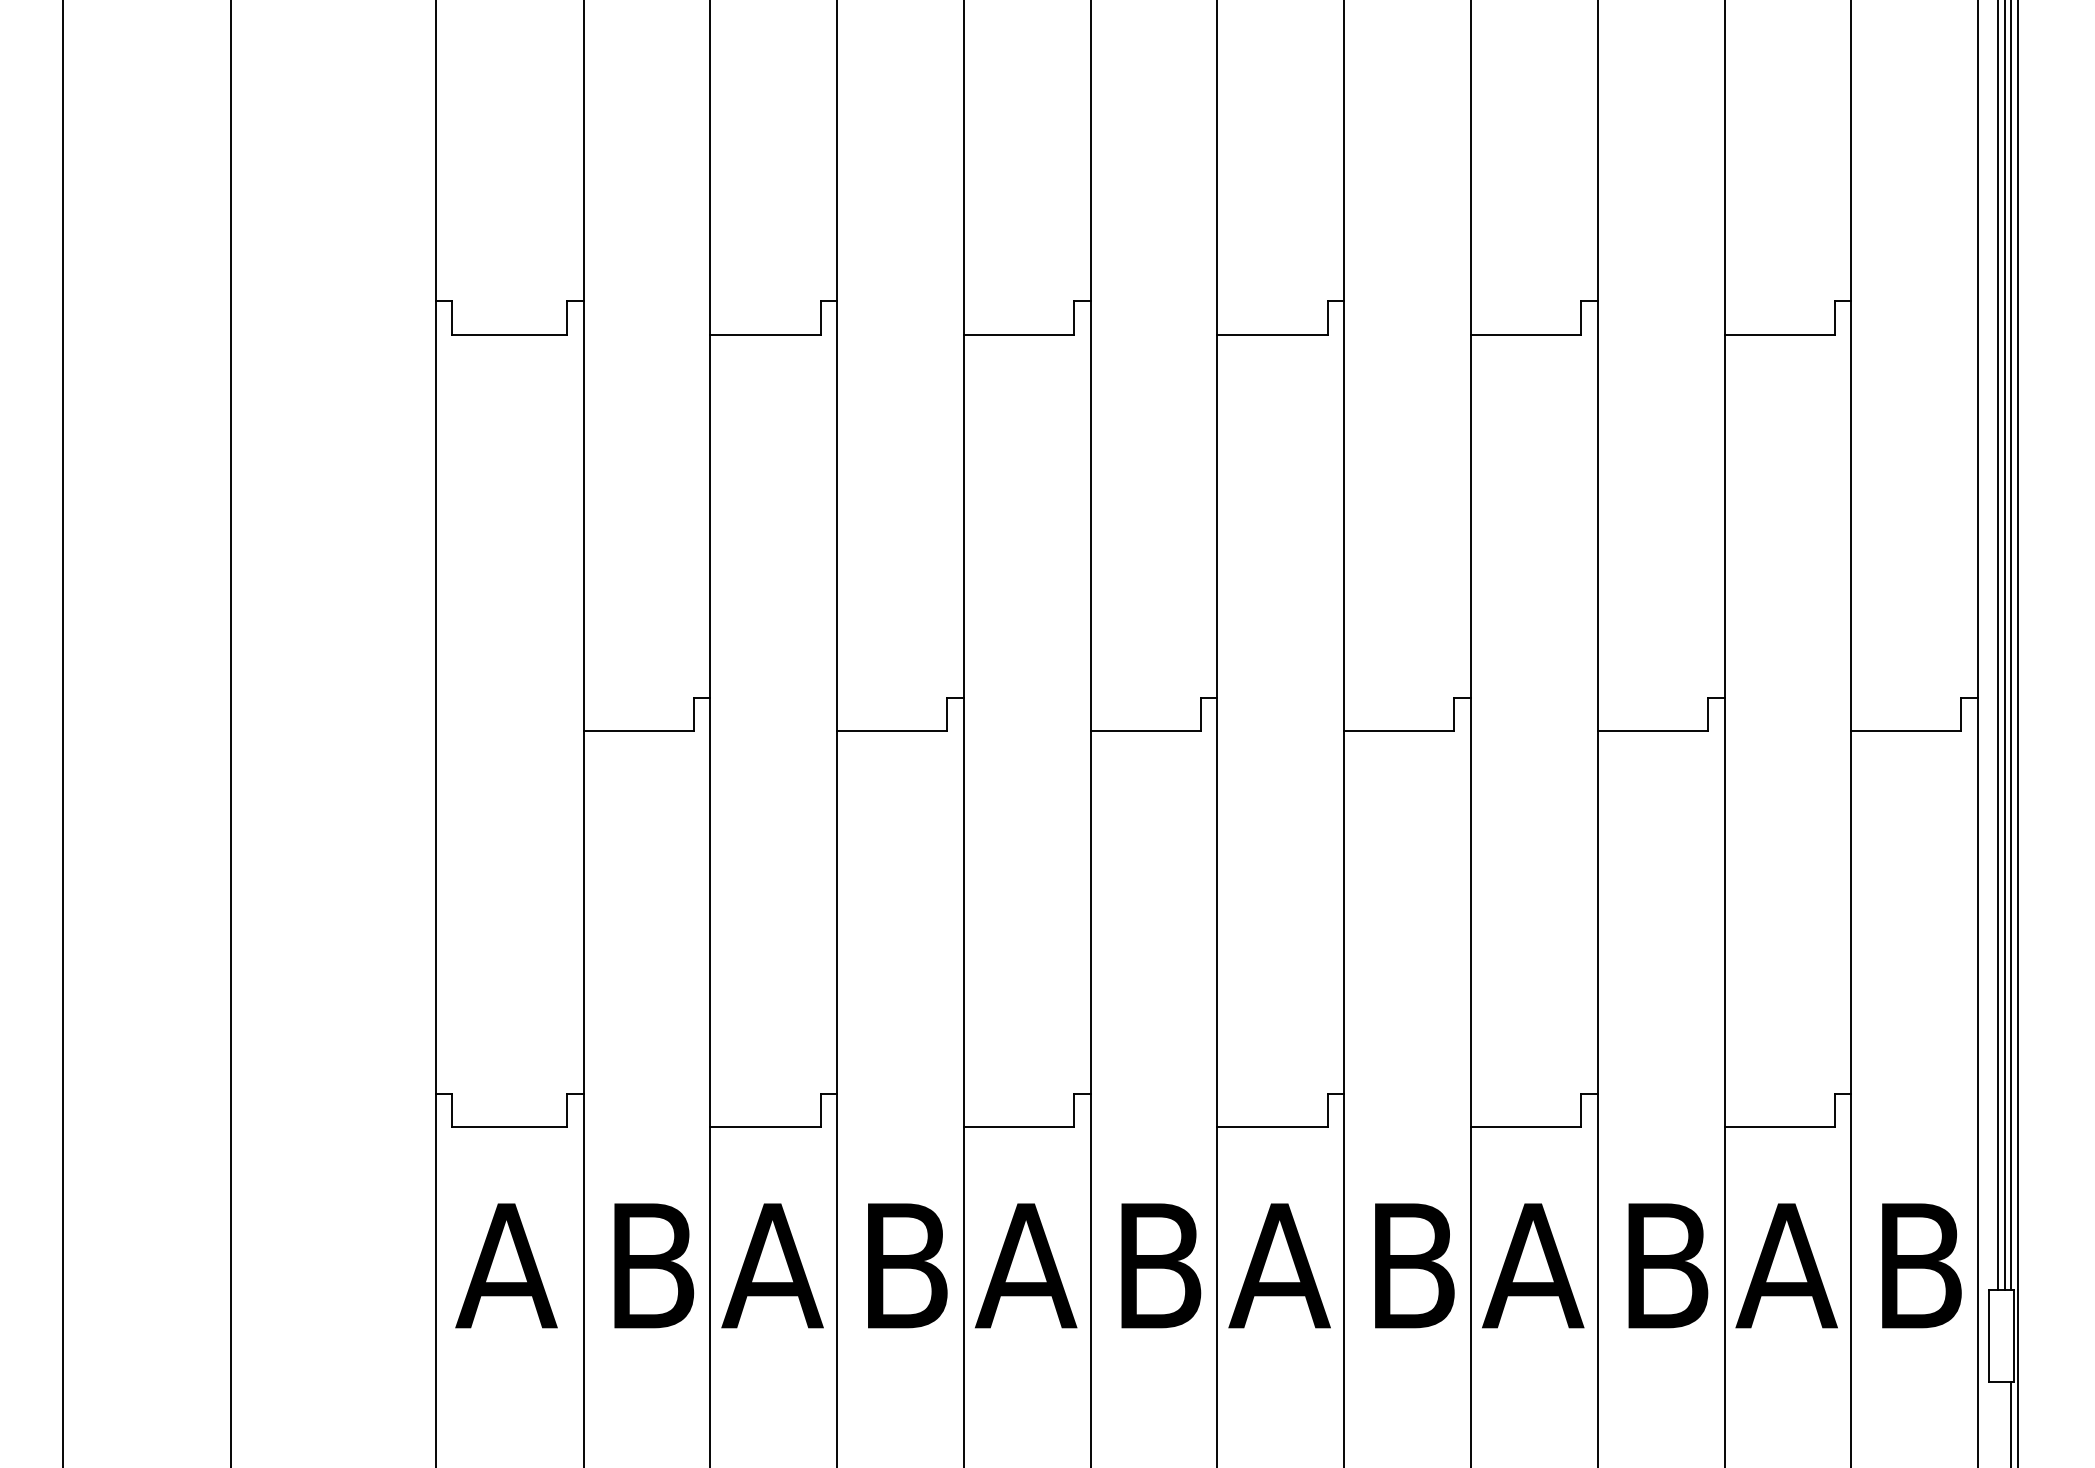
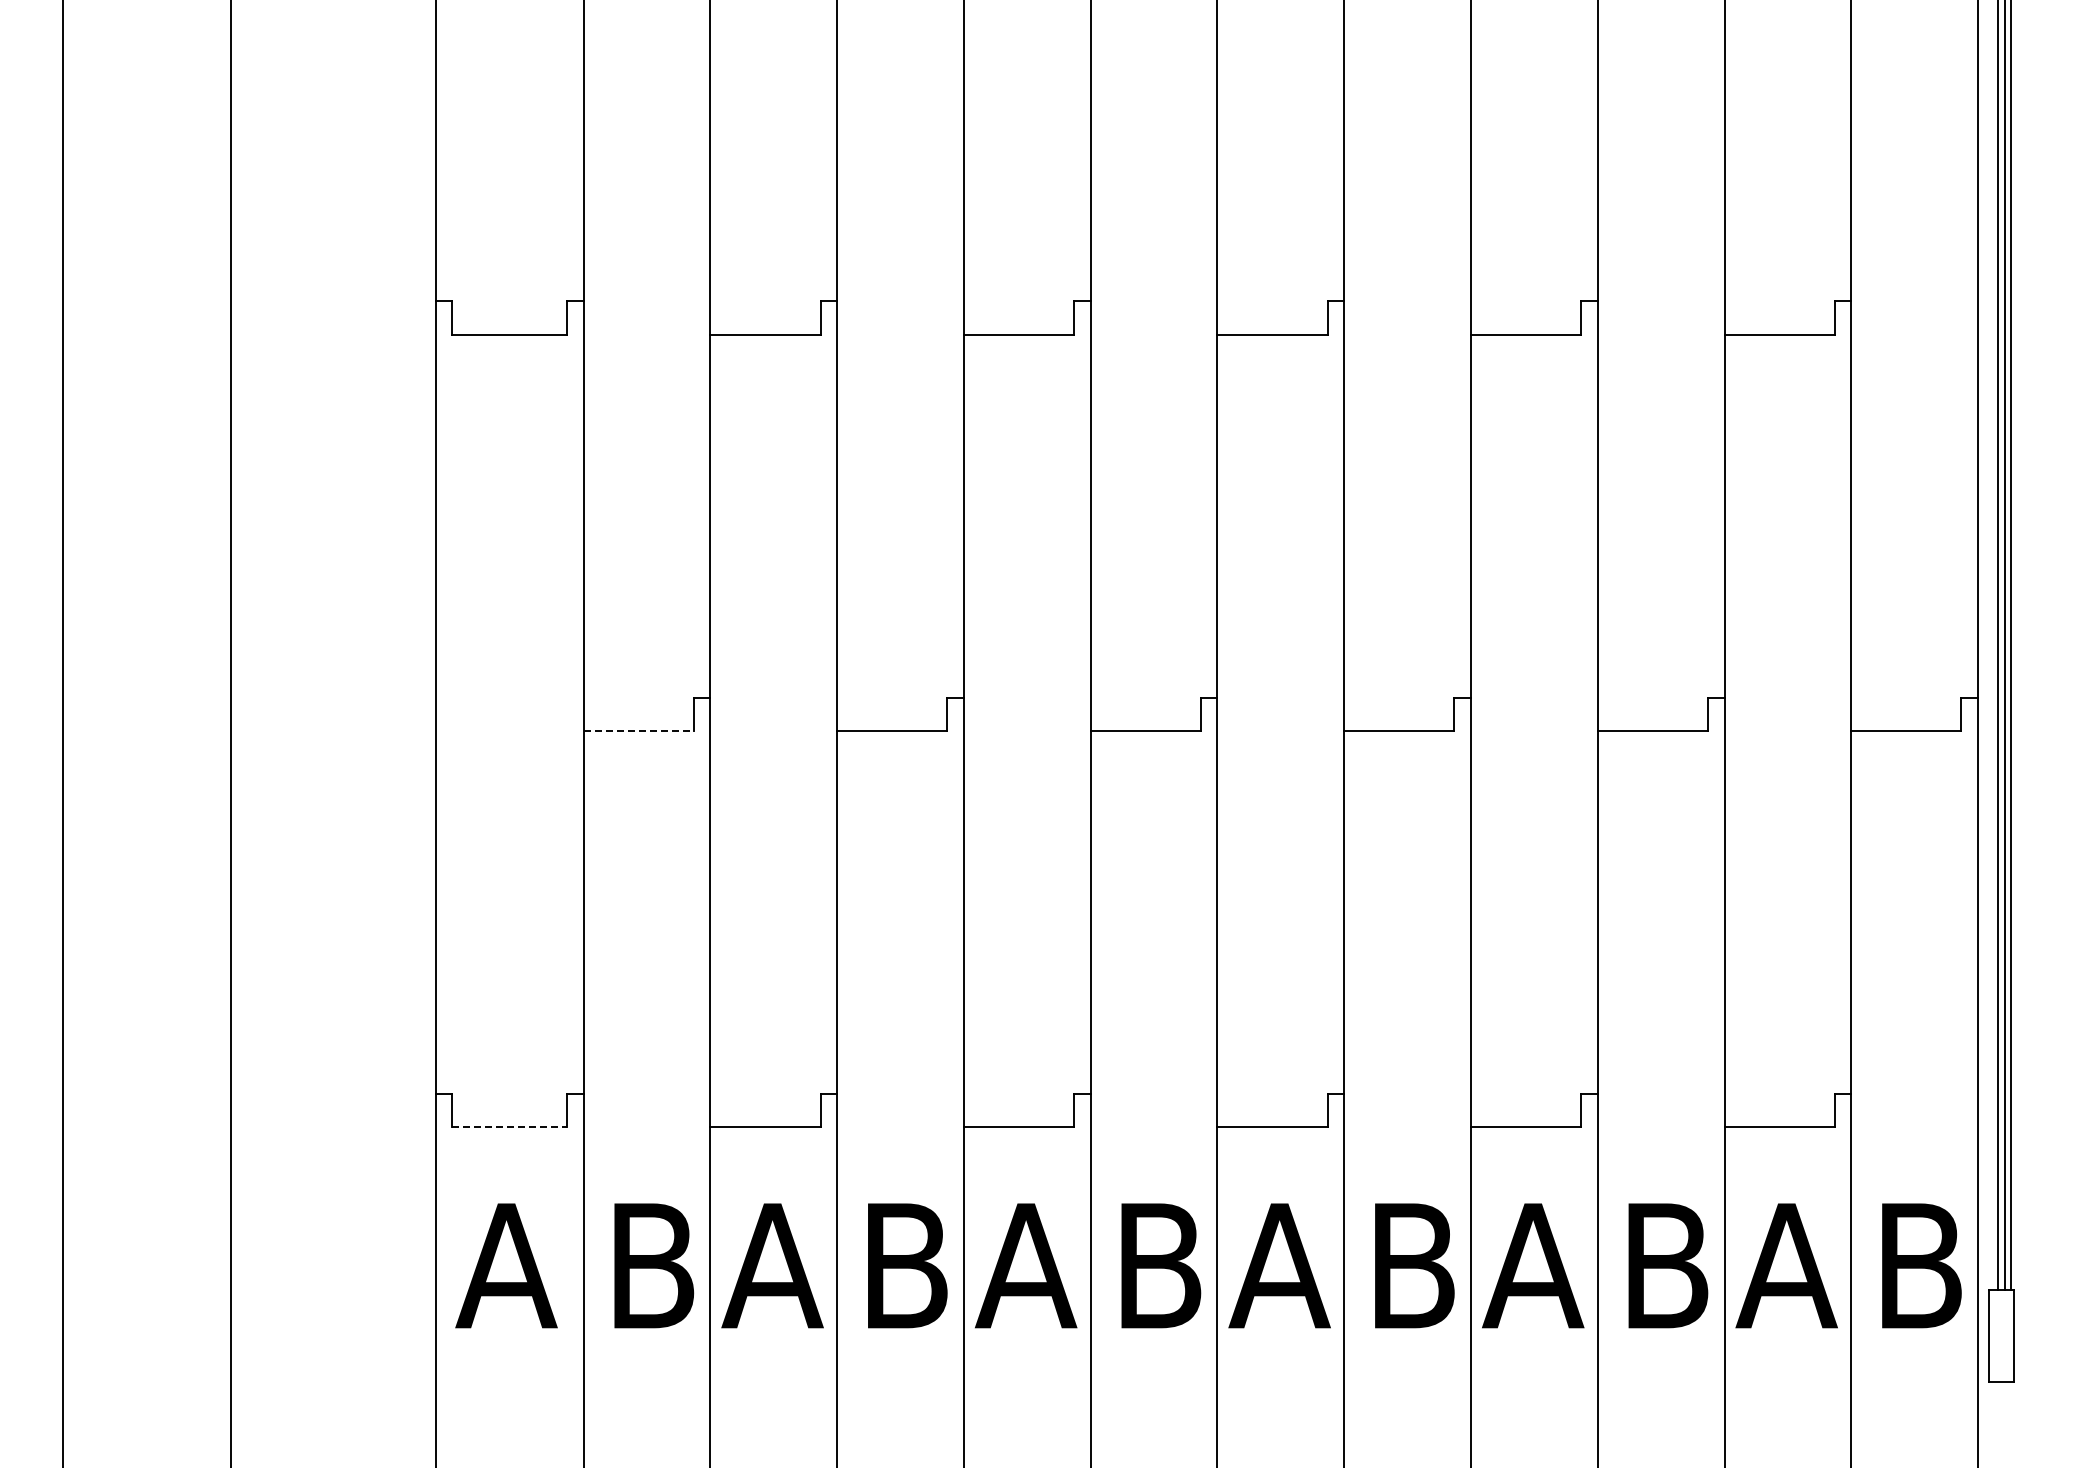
line at (639, 730): solid -> dashed
line at (2018, 733): present -> none
line at (510, 1127): solid -> dashed
line at (2010, 1422): present -> none
